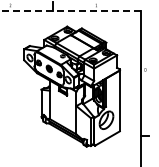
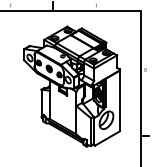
line at (69, 10): dashed -> solid
